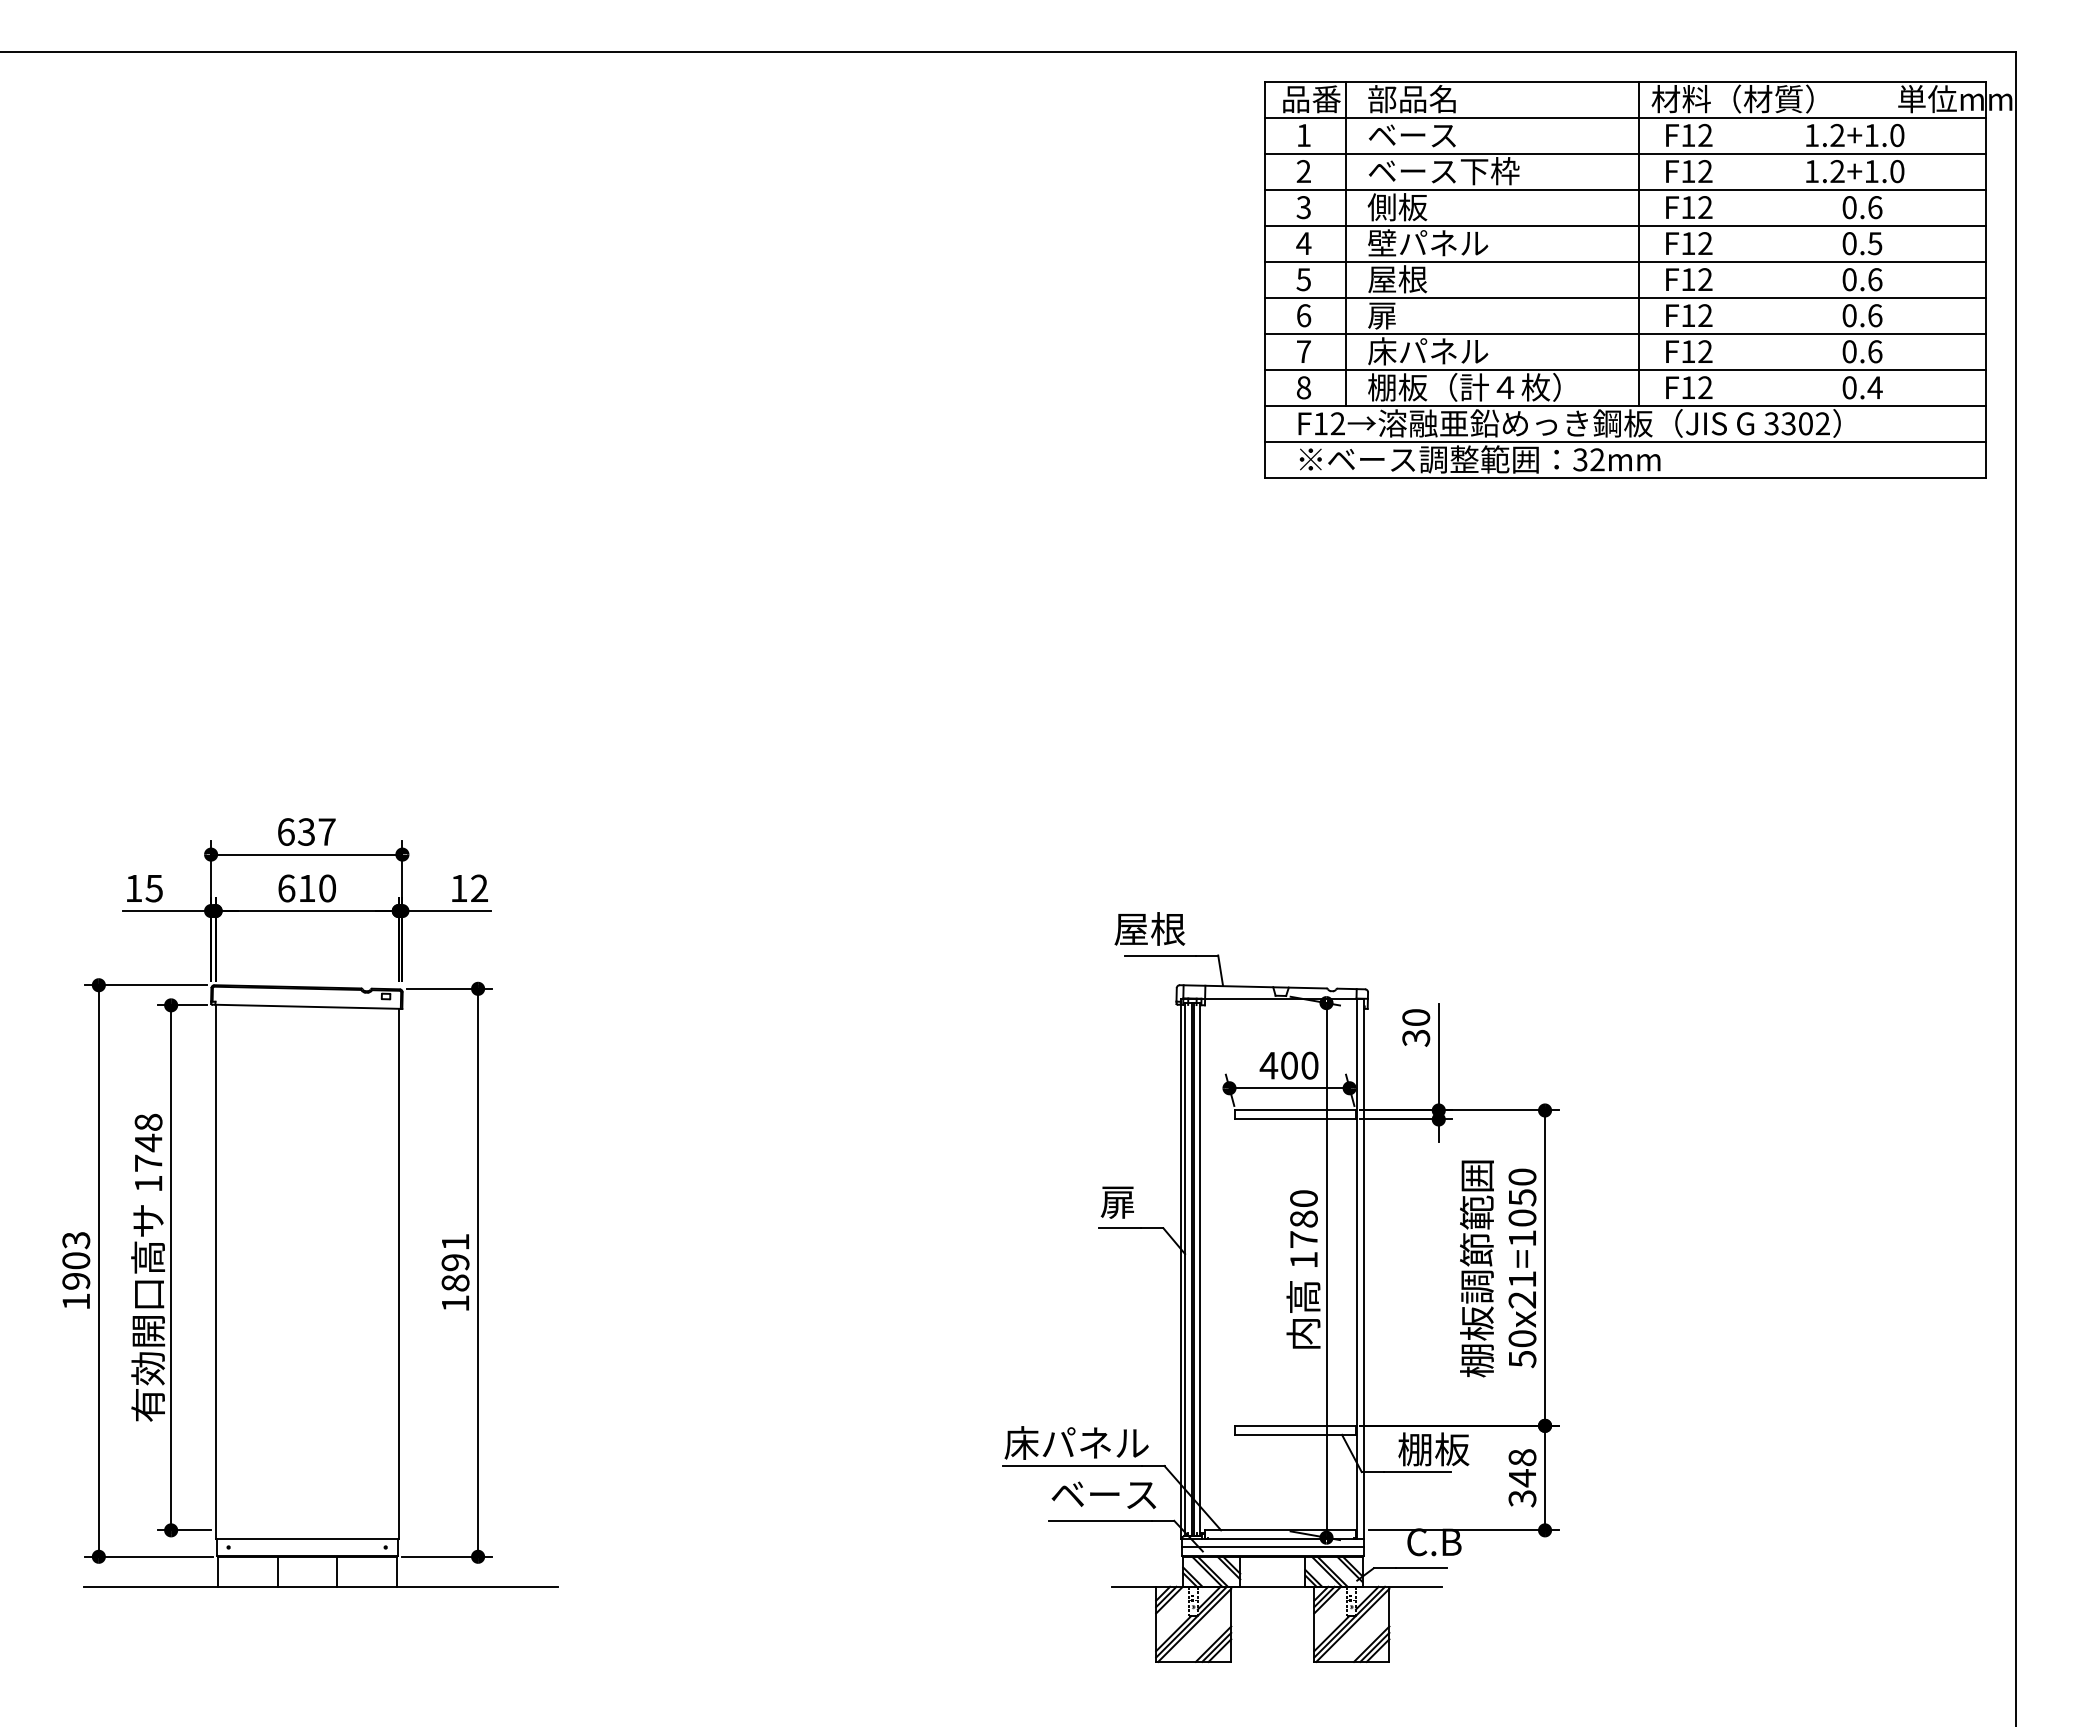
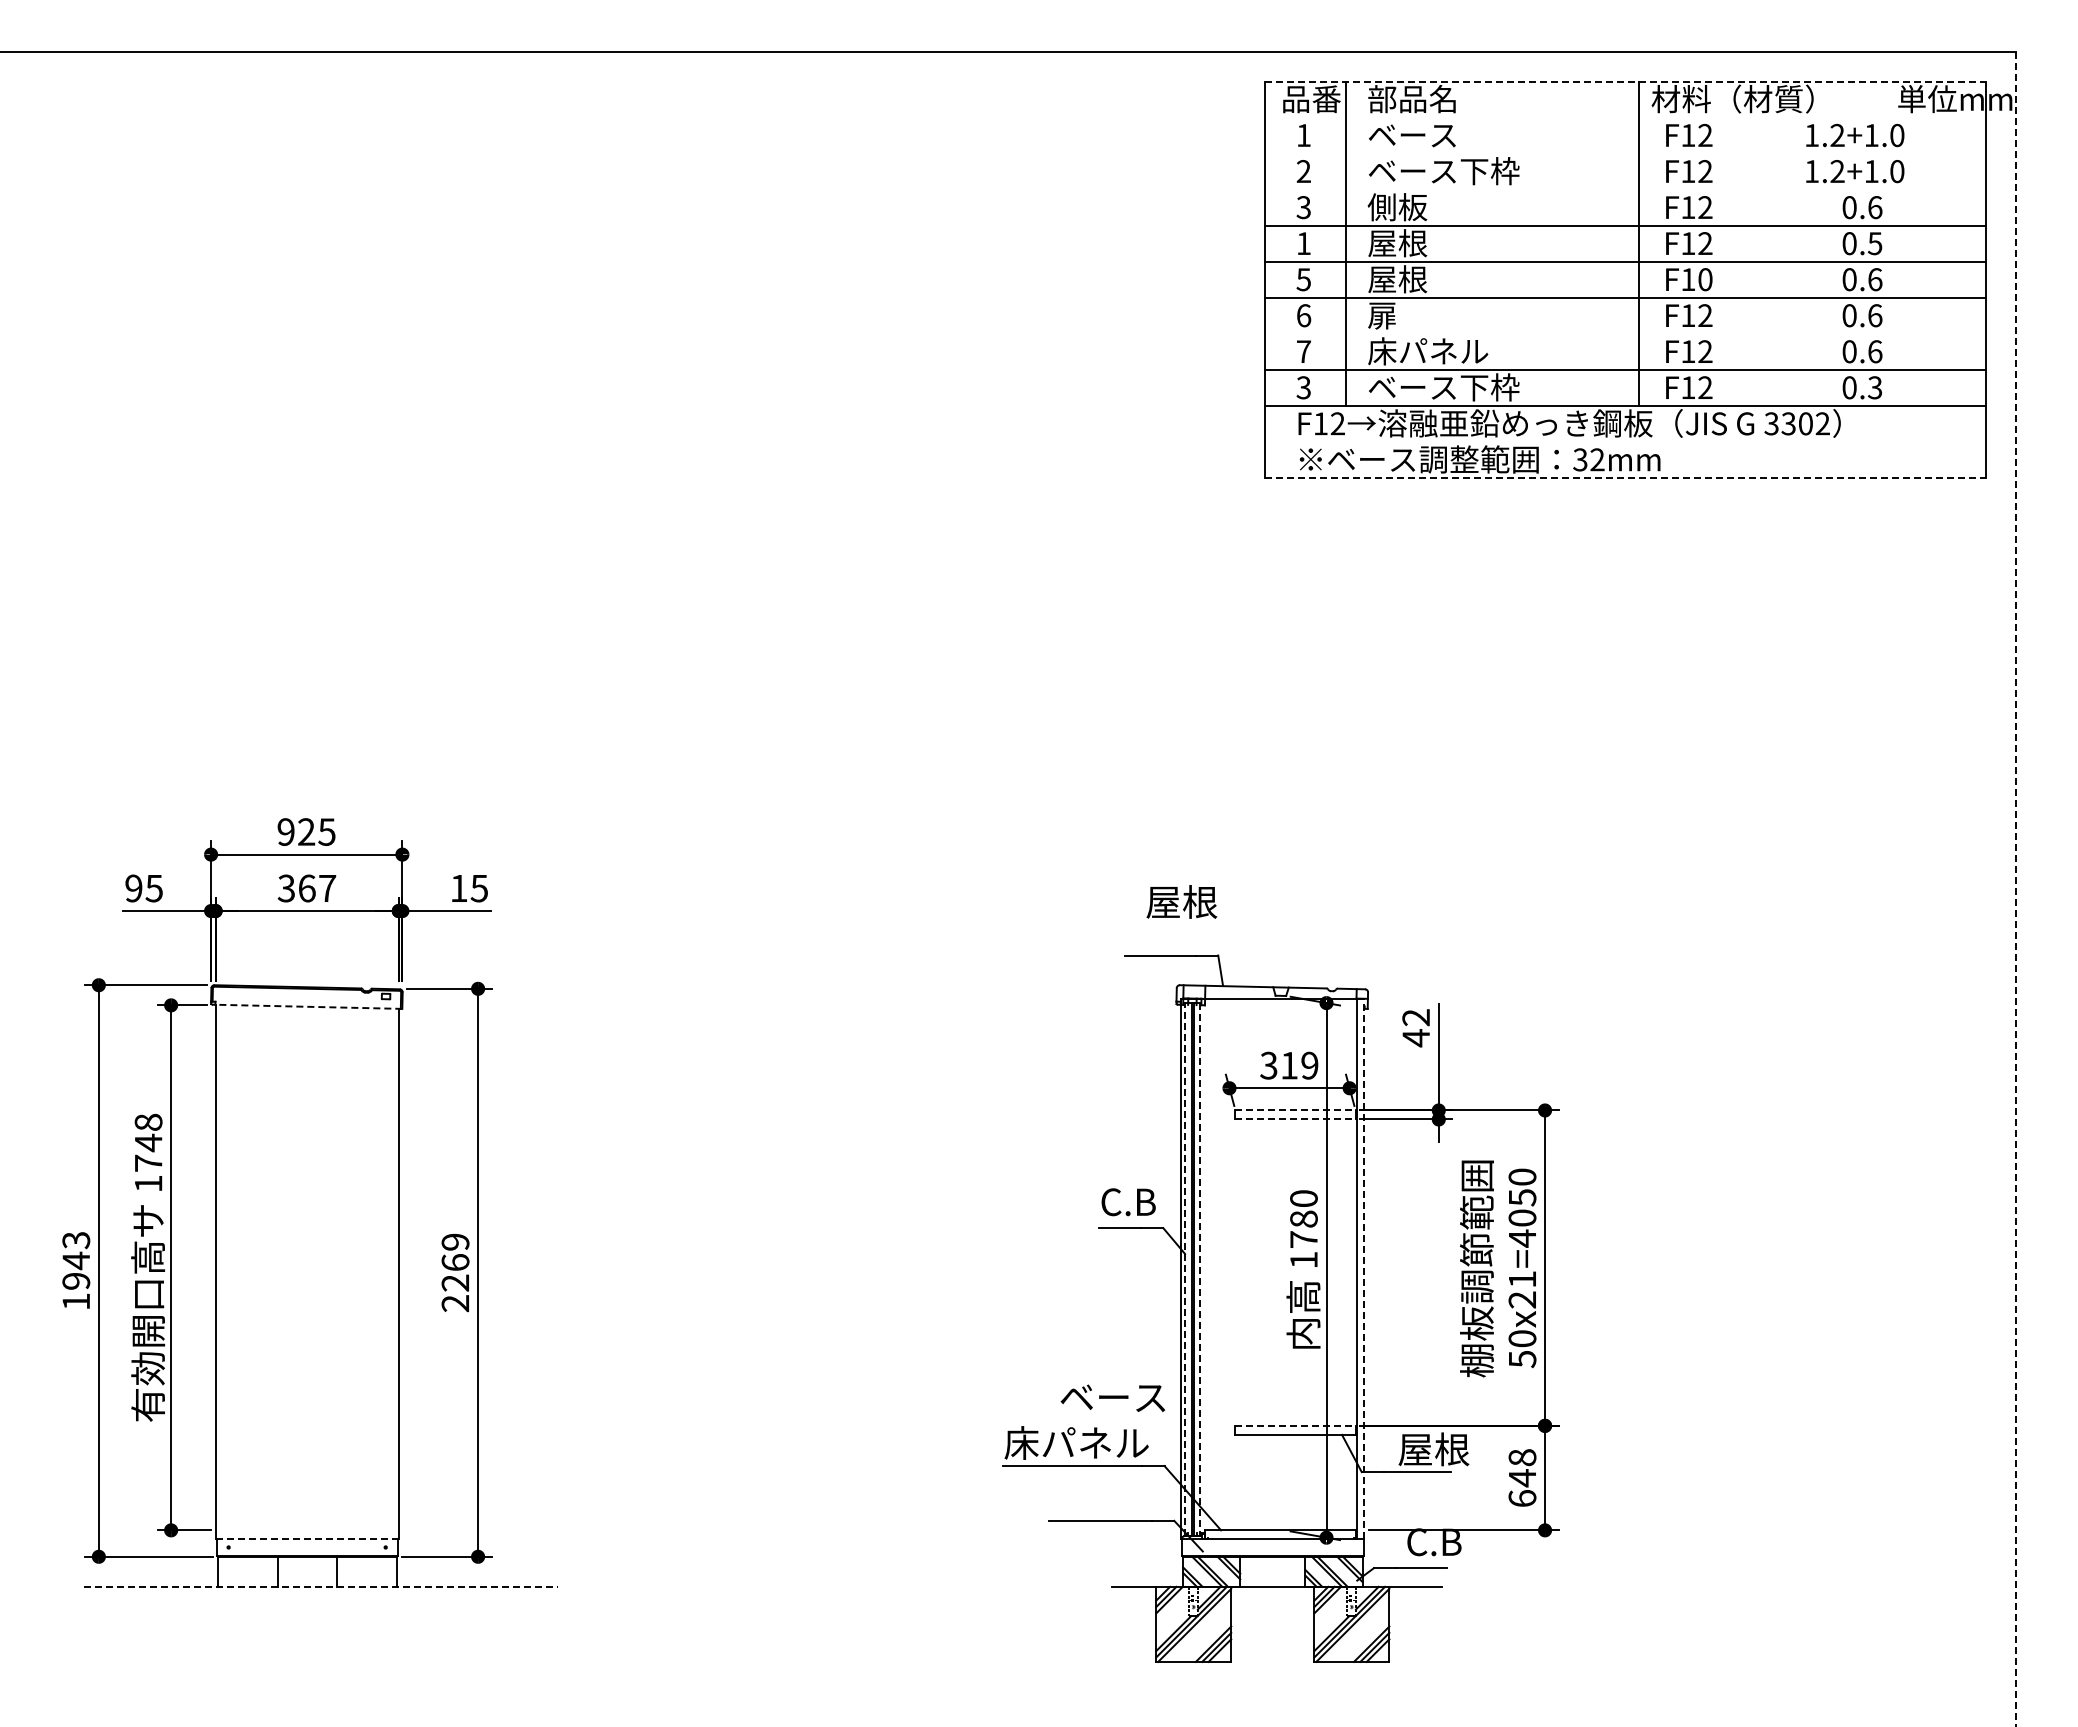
line at (1625, 81): solid -> dashed
line at (1624, 117): present -> none
line at (1624, 153): present -> none
line at (1624, 189): present -> none
text at (1303, 243): 4 -> 1
text at (1428, 243): 壁パネル -> 屋根
text at (1705, 279): F12 -> F10
line at (1624, 334): present -> none
text at (1303, 387): 8 -> 3
text at (1464, 387): 棚板（計４枚） -> ベース下枠
text at (1874, 387): 0.4 -> 0.3
line at (1624, 442): present -> none
line at (1625, 478): solid -> dashed
text at (306, 831): 637 -> 925
text at (133, 888): 15 -> 95
text at (306, 888): 610 -> 367
text at (478, 888): 12 -> 15
line at (2015, 889): solid -> dashed
text at (1149, 928) position: (1149, 928) -> (1181, 901)
line at (306, 1006): solid -> dashed
text at (1416, 1028): 30 -> 42
text at (1288, 1065): 400 -> 319
line at (1296, 1110): solid -> dashed
line at (1296, 1119): solid -> dashed
text at (1127, 1202): 扉 -> C.B
text at (1522, 1238): 50x21=1050 -> 50x21=4050
text at (76, 1260): 1903 -> 1943
line at (1185, 1268): solid -> dashed
line at (1364, 1268): solid -> dashed
line at (1200, 1269): solid -> dashed
text at (455, 1272): 1891 -> 2269
line at (1296, 1425): solid -> dashed
text at (1433, 1449): 棚板 -> 屋根
text at (1103, 1494) position: (1103, 1494) -> (1112, 1397)
text at (1522, 1498): 348 -> 648
line at (307, 1539): solid -> dashed
line at (1272, 1546): present -> none
line at (321, 1586): solid -> dashed
